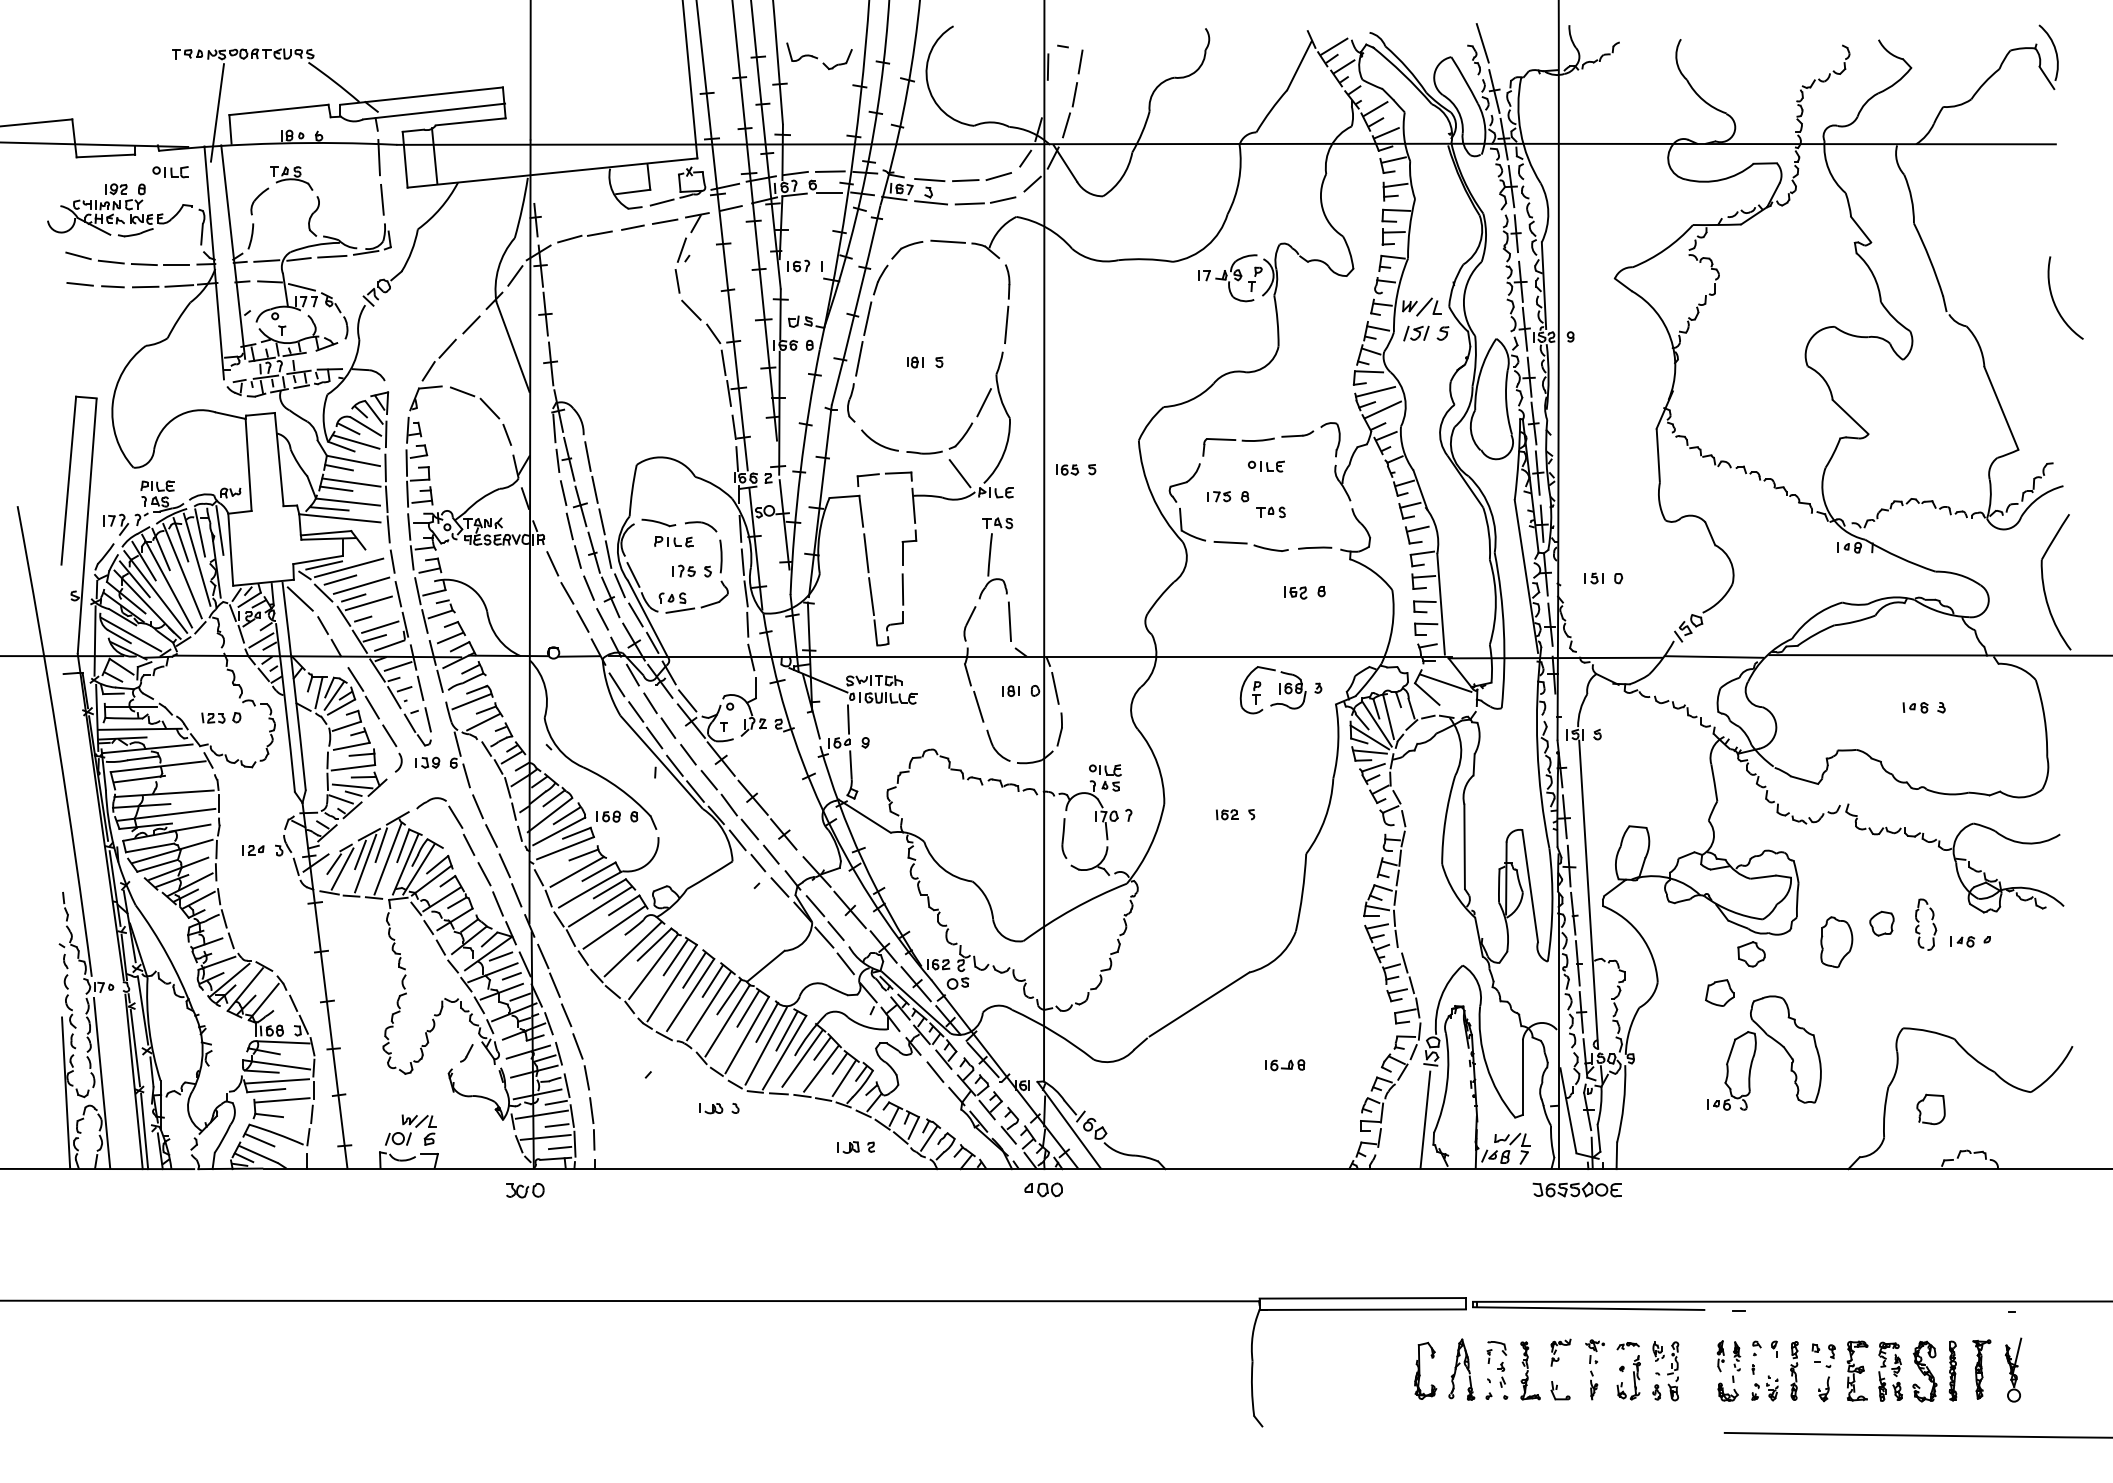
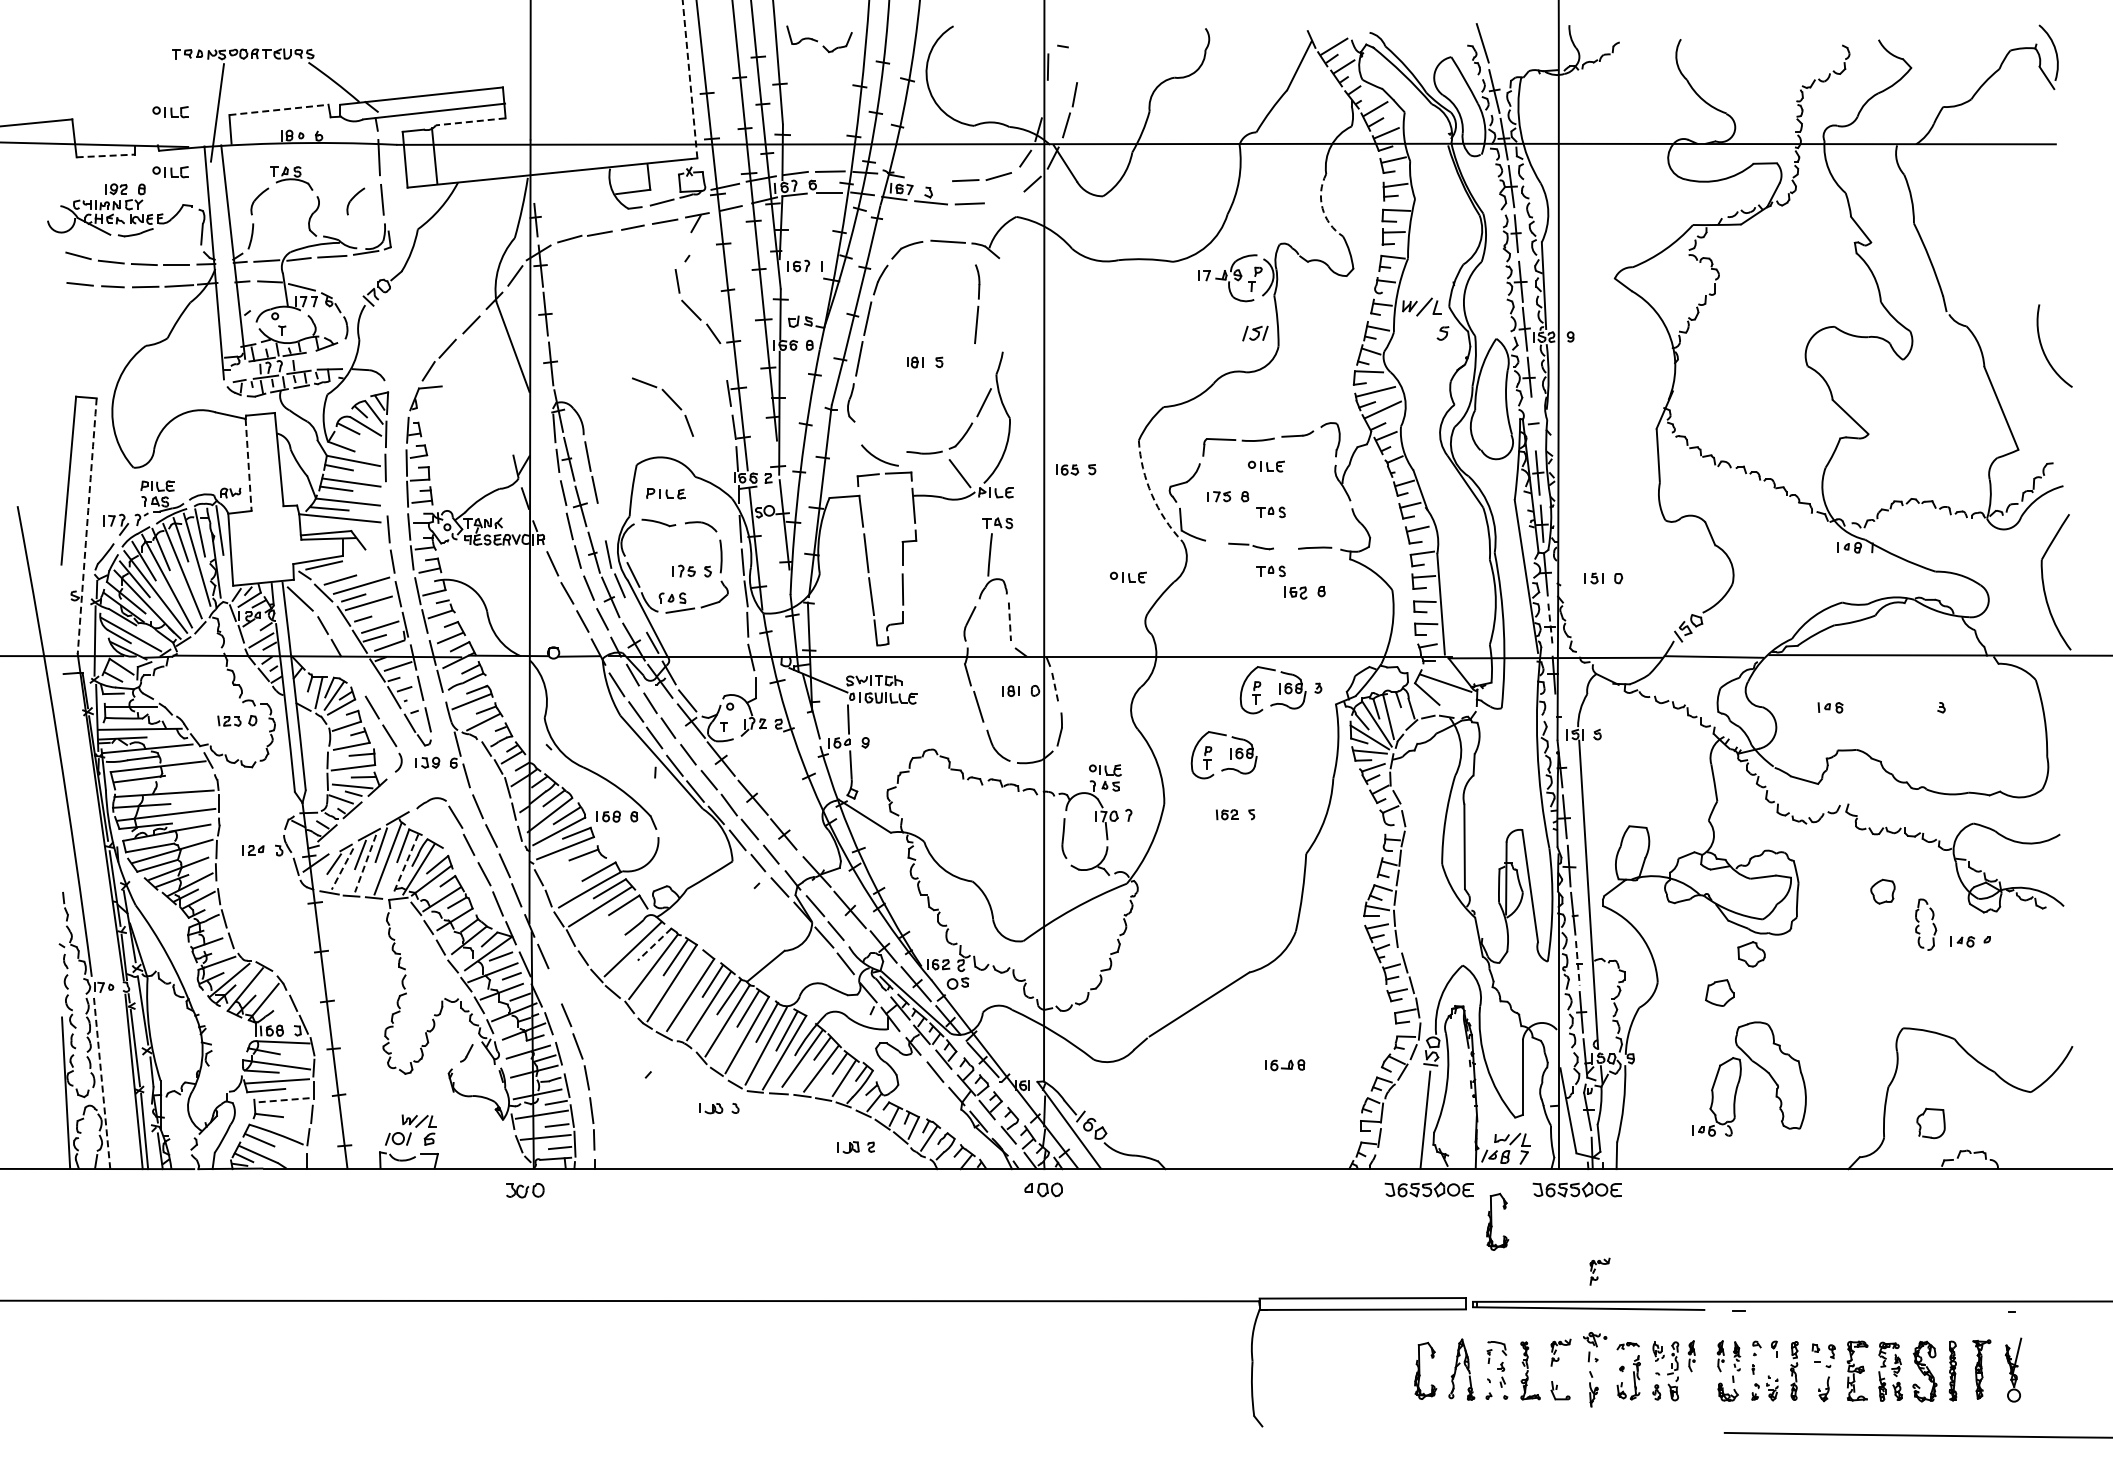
part at (819, 56) position: (819, 56) -> (819, 39)
line at (1080, 61): present -> none
line at (690, 78): solid -> dashed
line at (278, 109): solid -> dashed
part at (170, 112): none -> present
line at (470, 121): solid -> dashed
line at (106, 155): solid -> dashed
line at (929, 179): present -> none
line at (1002, 199): present -> none
part at (355, 201): none -> present
arc at (1322, 208): solid -> dashed
line at (681, 249): present -> none
arc at (2054, 300) position: (2054, 300) -> (2043, 348)
part at (1007, 303) position: (1007, 303) -> (977, 303)
part at (1416, 333) position: (1416, 333) -> (1255, 333)
line at (723, 362): present -> none
part at (488, 408) position: (488, 408) -> (670, 399)
line at (1533, 423): present -> none
line at (355, 441): present -> none
arc at (877, 442) position: (877, 442) -> (877, 457)
line at (248, 465): solid -> dashed
arc at (1152, 495): solid -> dashed
line at (386, 499): present -> none
line at (601, 521): present -> none
arc at (87, 526): solid -> dashed
part at (673, 541) position: (673, 541) -> (665, 493)
part at (1250, 546) size: 76x11 px -> 46x9 px
line at (348, 567): present -> none
part at (1270, 571): none -> present
part at (1128, 577): none -> present
line at (635, 614): present -> none
line at (1009, 622): solid -> dashed
line at (1550, 625): solid -> dashed
line at (355, 679): present -> none
line at (1055, 688): solid -> dashed
part at (1915, 707) position: (1915, 707) -> (1830, 707)
part at (221, 717) position: (221, 717) -> (237, 720)
part at (1230, 755): none -> present
line at (365, 863): solid -> dashed
line at (405, 864): solid -> dashed
line at (342, 869): solid -> dashed
line at (576, 871): present -> none
part at (1881, 923) position: (1881, 923) -> (1882, 891)
line at (613, 927): present -> none
part at (1836, 942): present -> none
line at (654, 944): solid -> dashed
line at (1577, 963): solid -> dashed
line at (694, 970): present -> none
line at (554, 984): present -> none
part at (1756, 1050) position: (1756, 1050) -> (1741, 1076)
line at (102, 1083): solid -> dashed
line at (281, 1100): solid -> dashed
part at (1921, 1112) position: (1921, 1112) -> (1921, 1126)
part at (1428, 1189): none -> present
part at (1497, 1221): none -> present
part at (1599, 1271): none -> present
part at (1691, 1356): none -> present
part at (1594, 1369) size: 20x62 px -> 25x76 px
